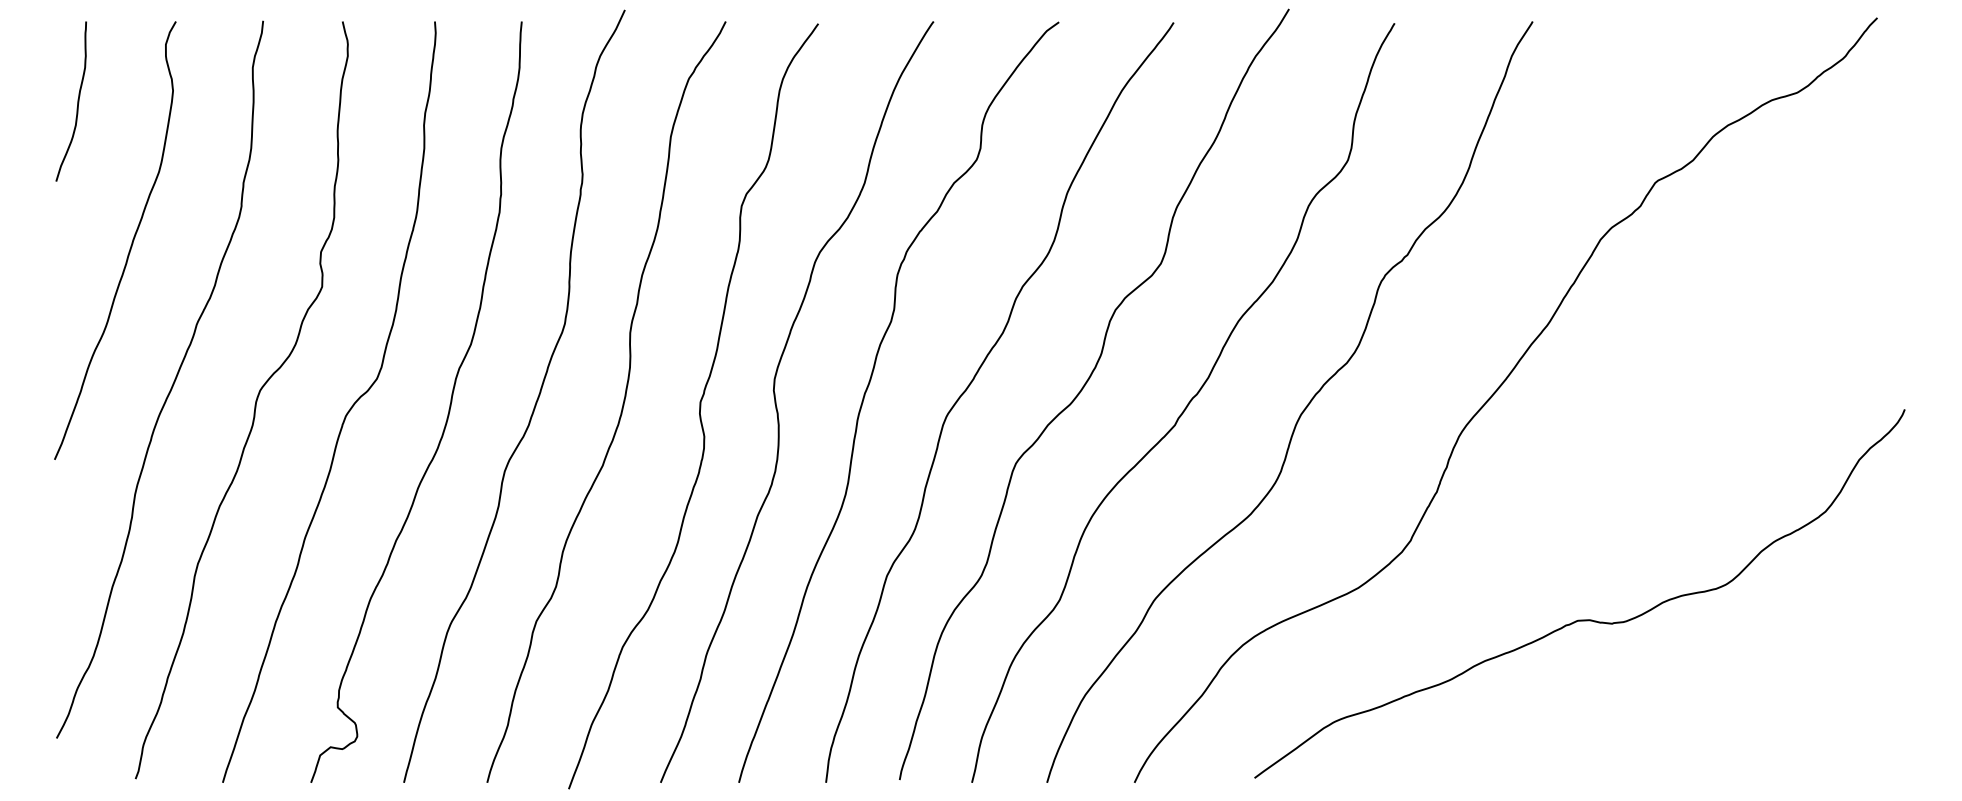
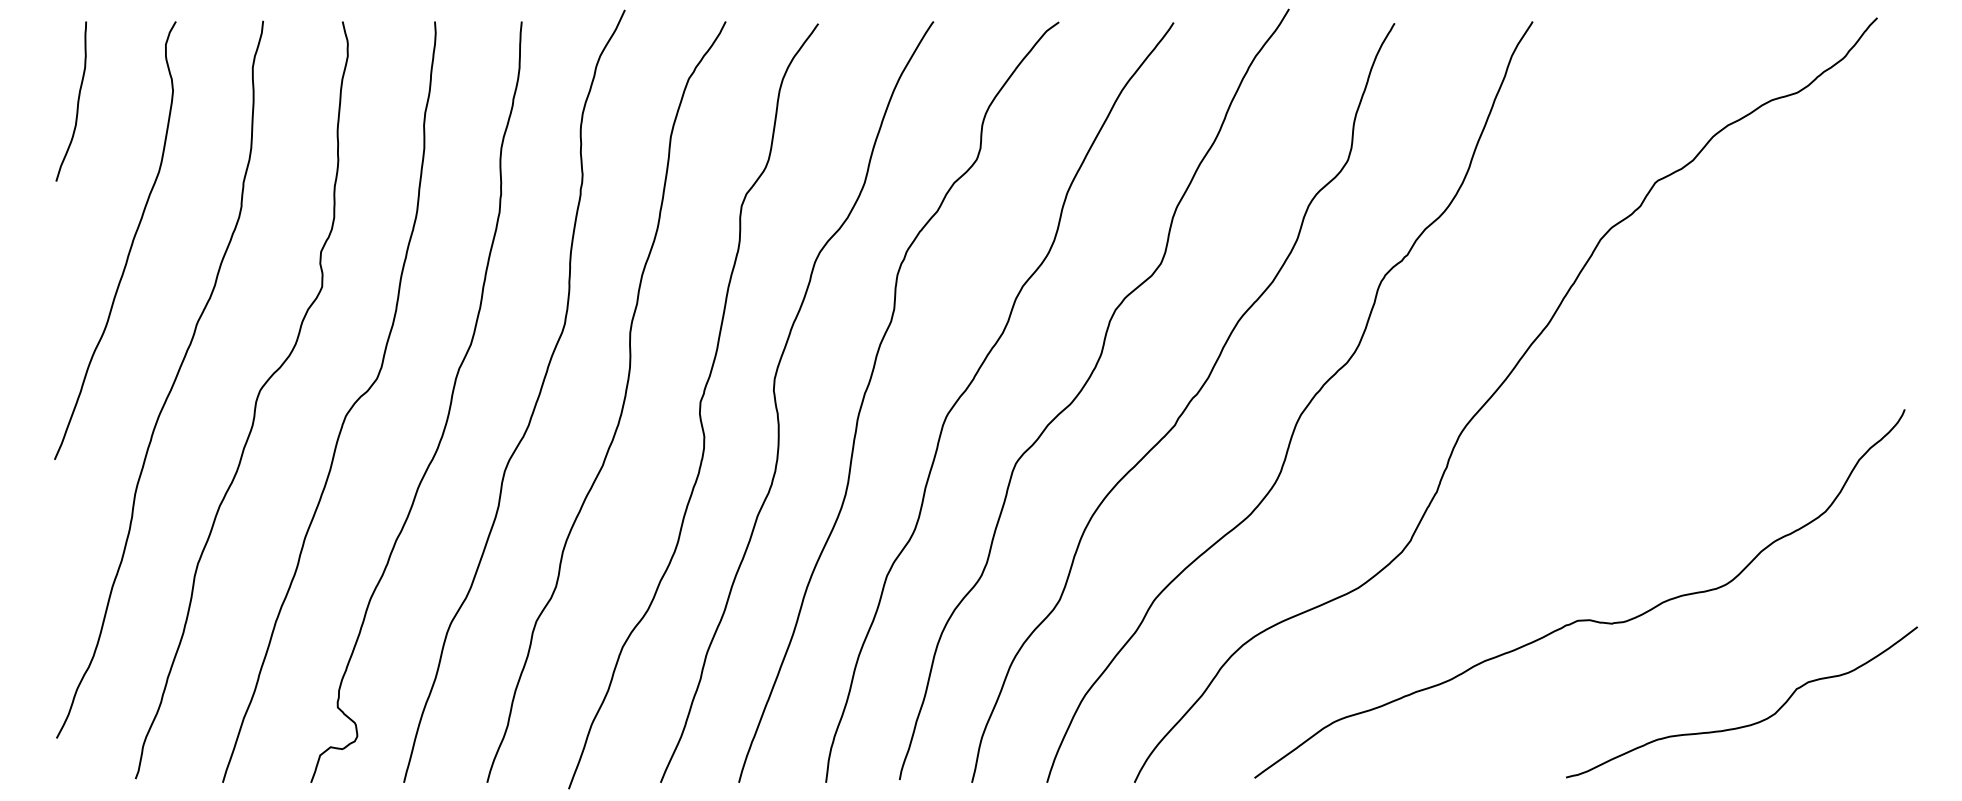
curve at (1748, 724): none -> present
